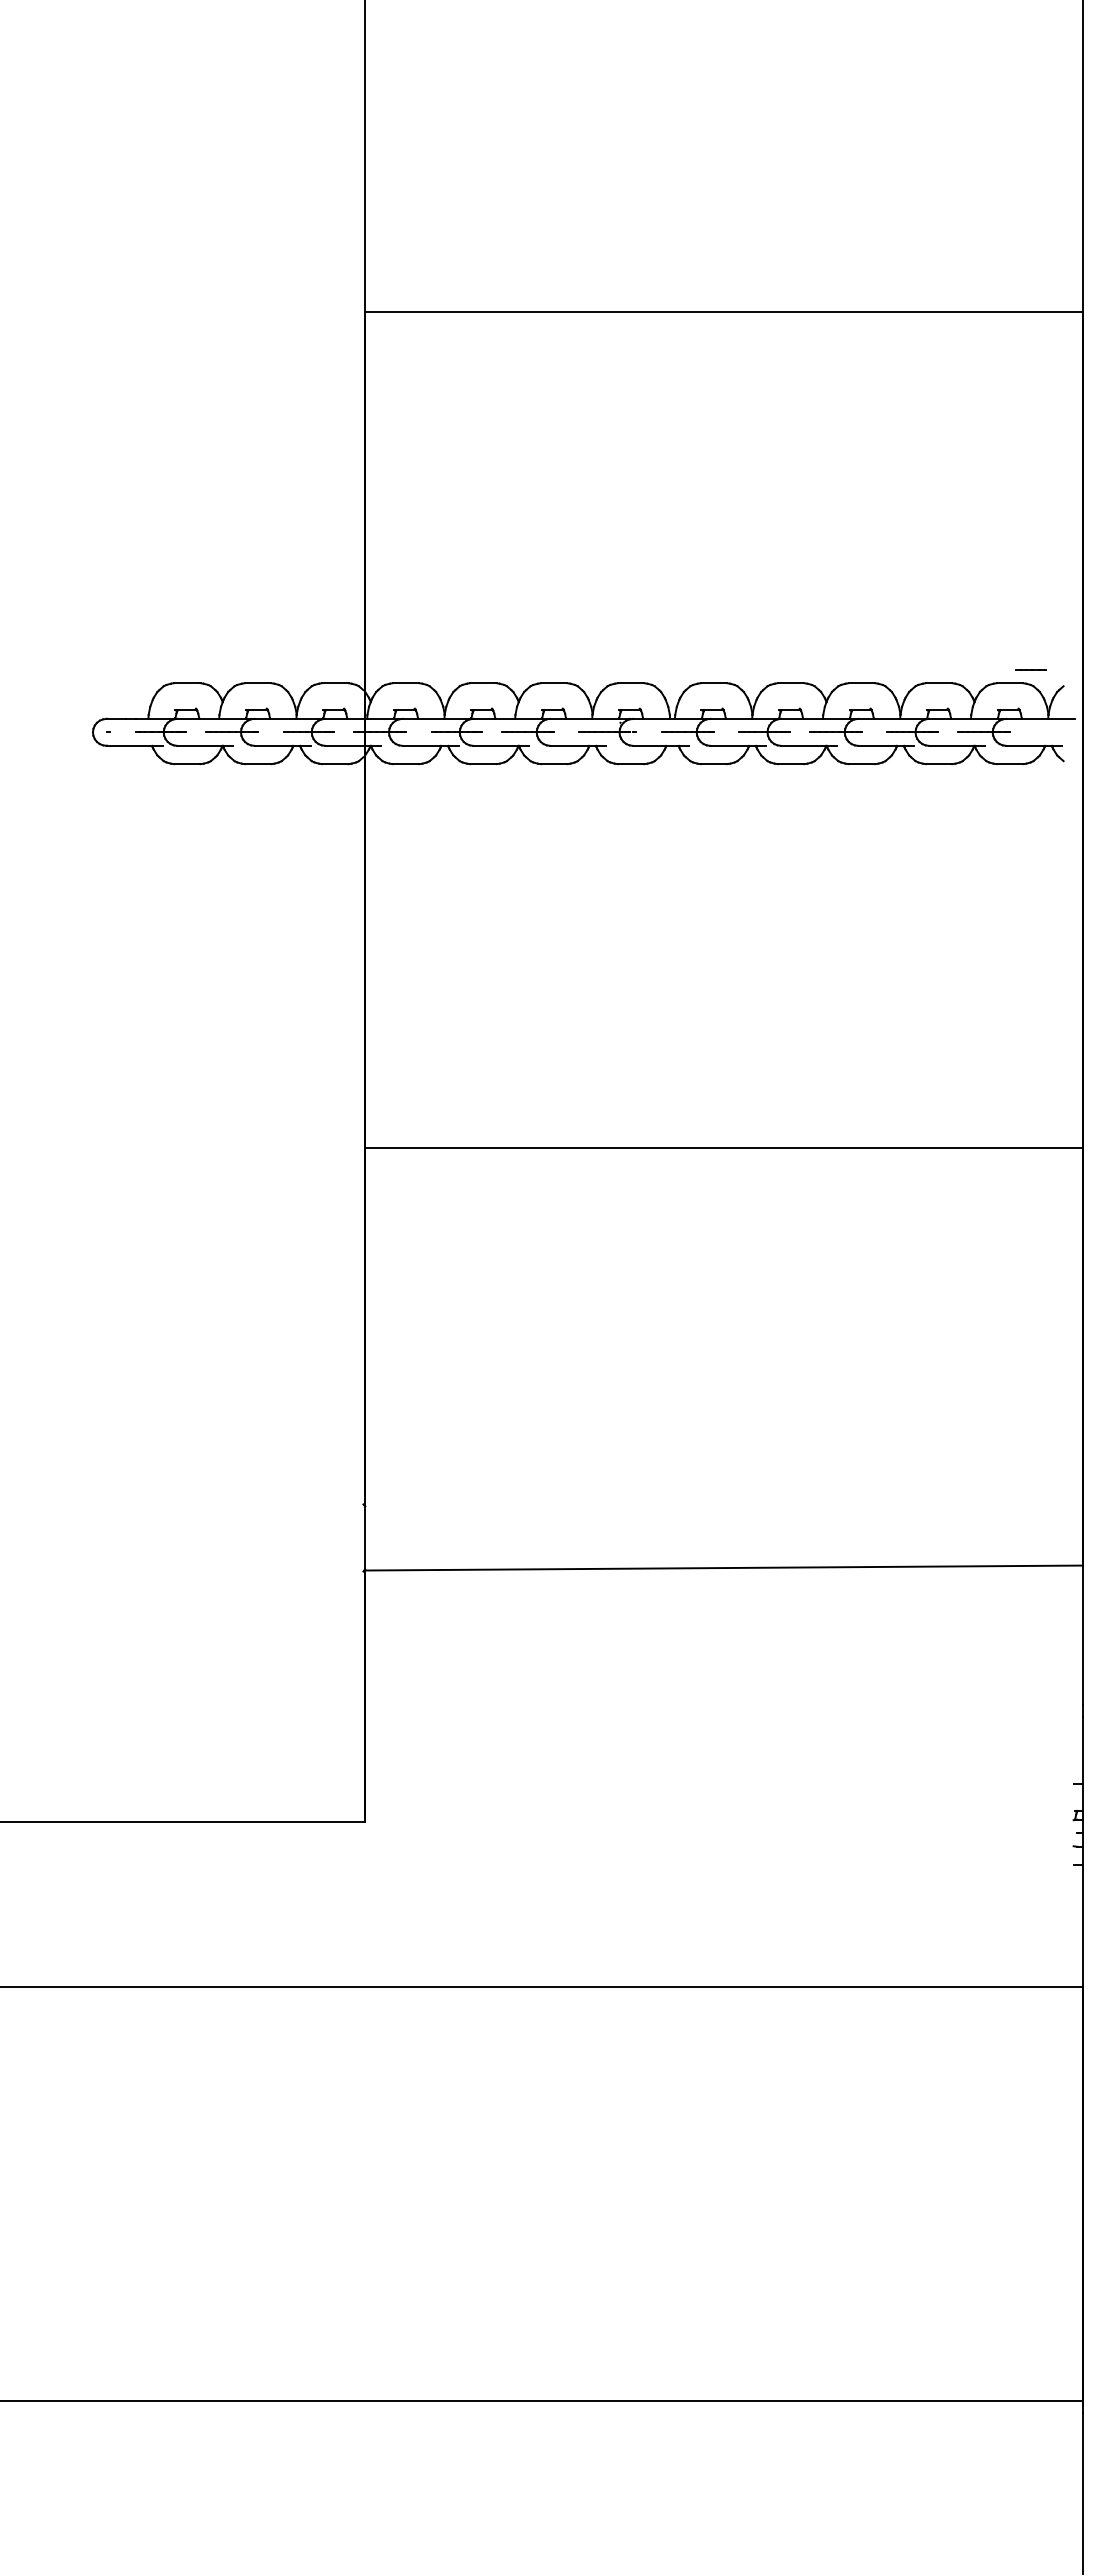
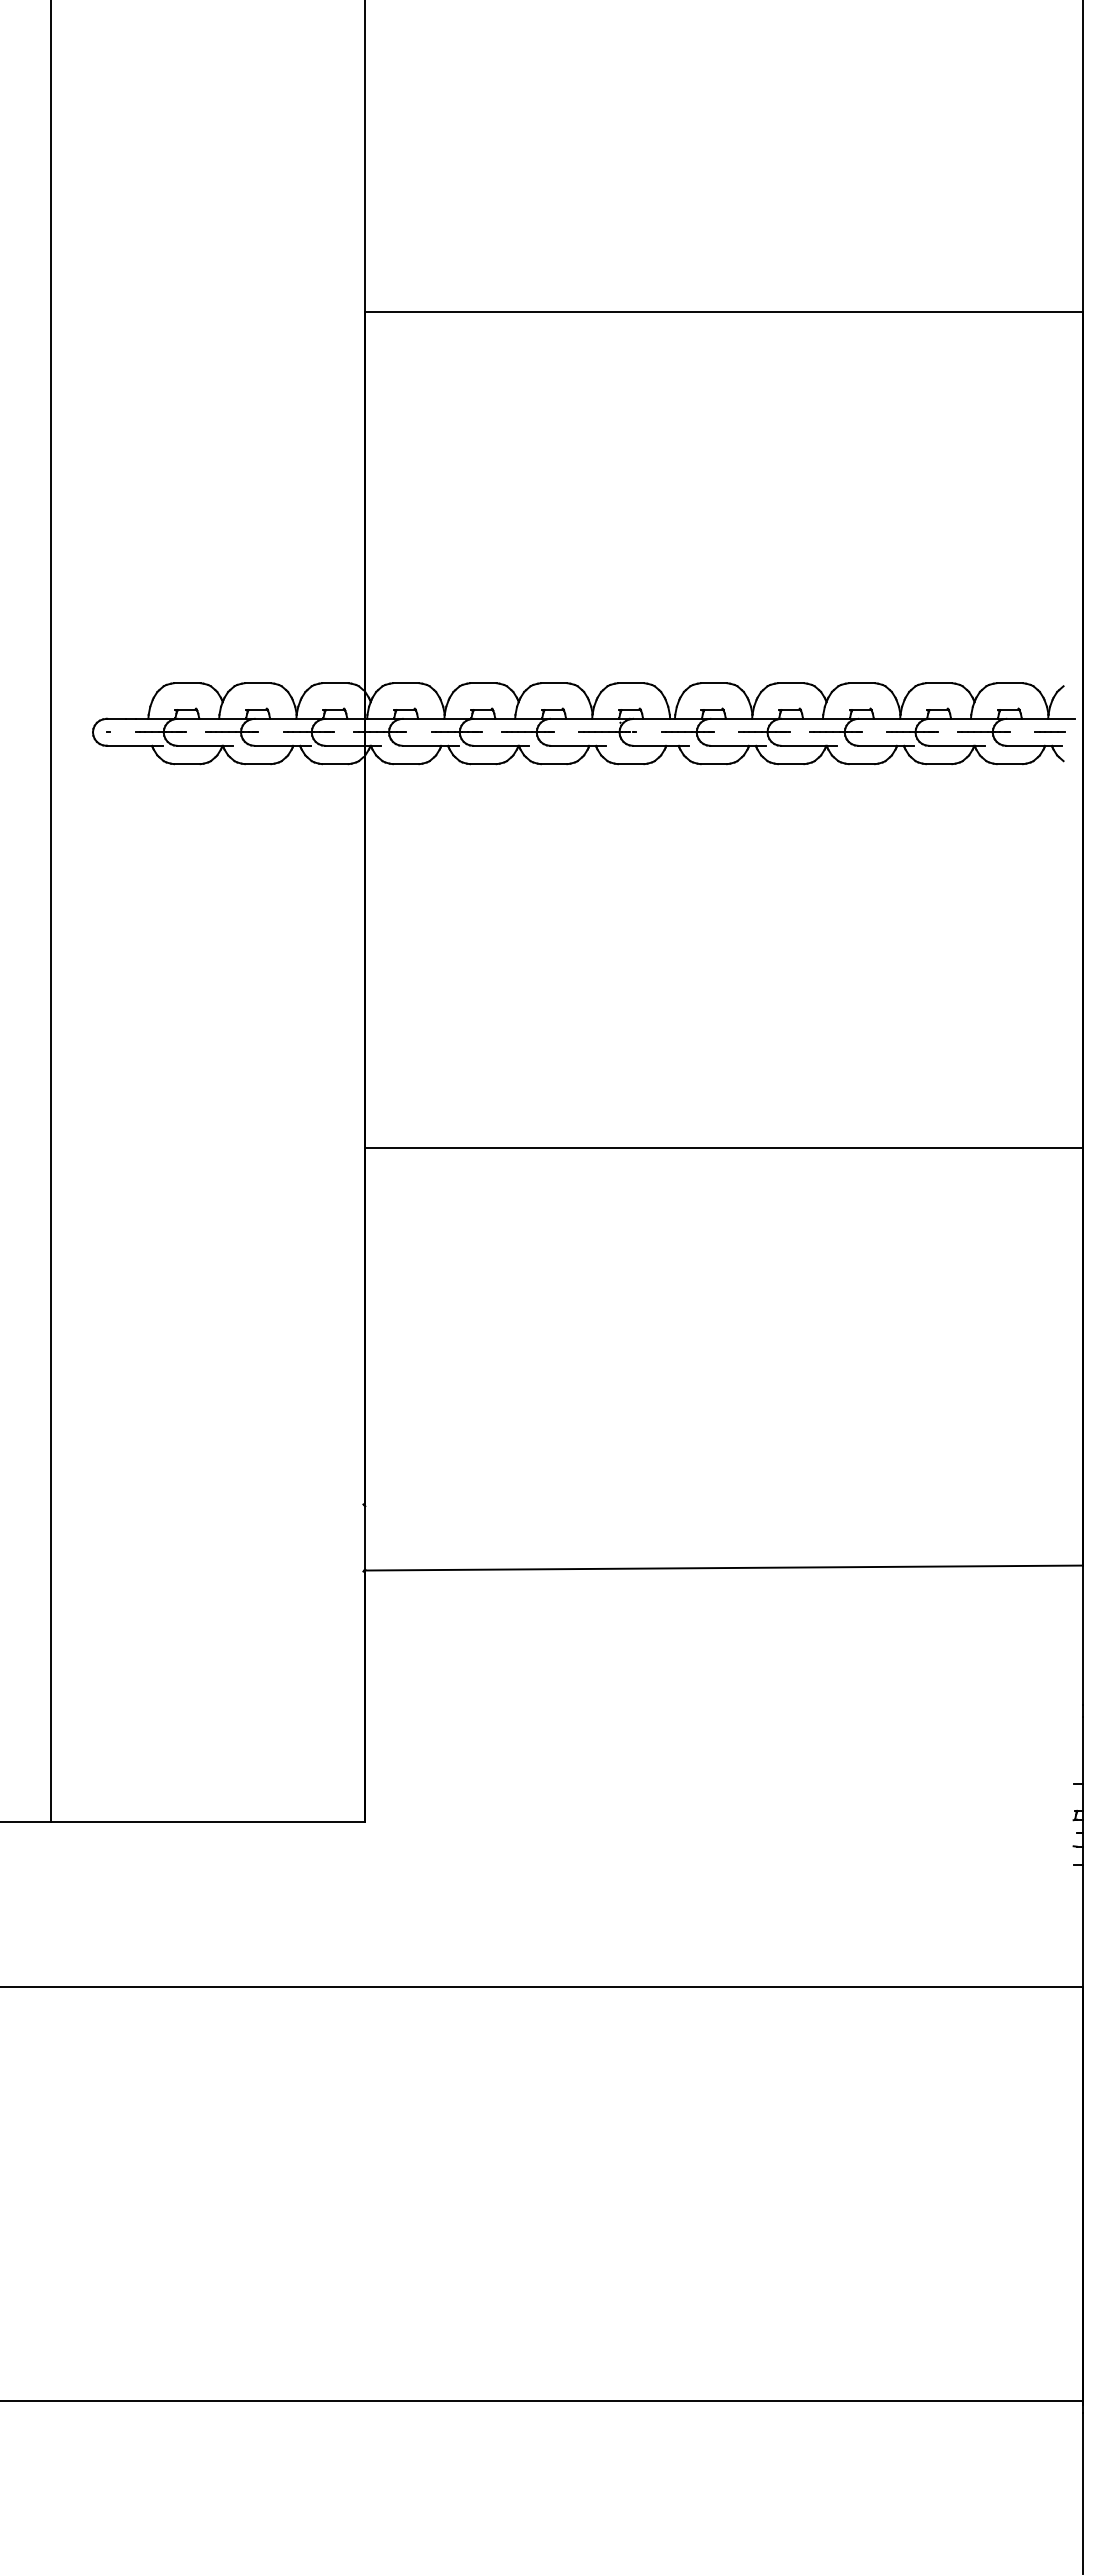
line at (1030, 669) position: (1030, 669) -> (1049, 731)
line at (51, 912): none -> present
